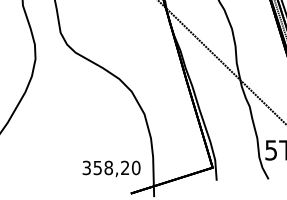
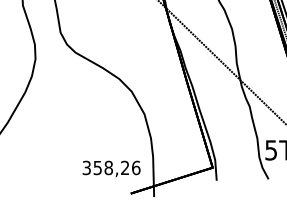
text at (136, 167): 358,20 -> 358,26
